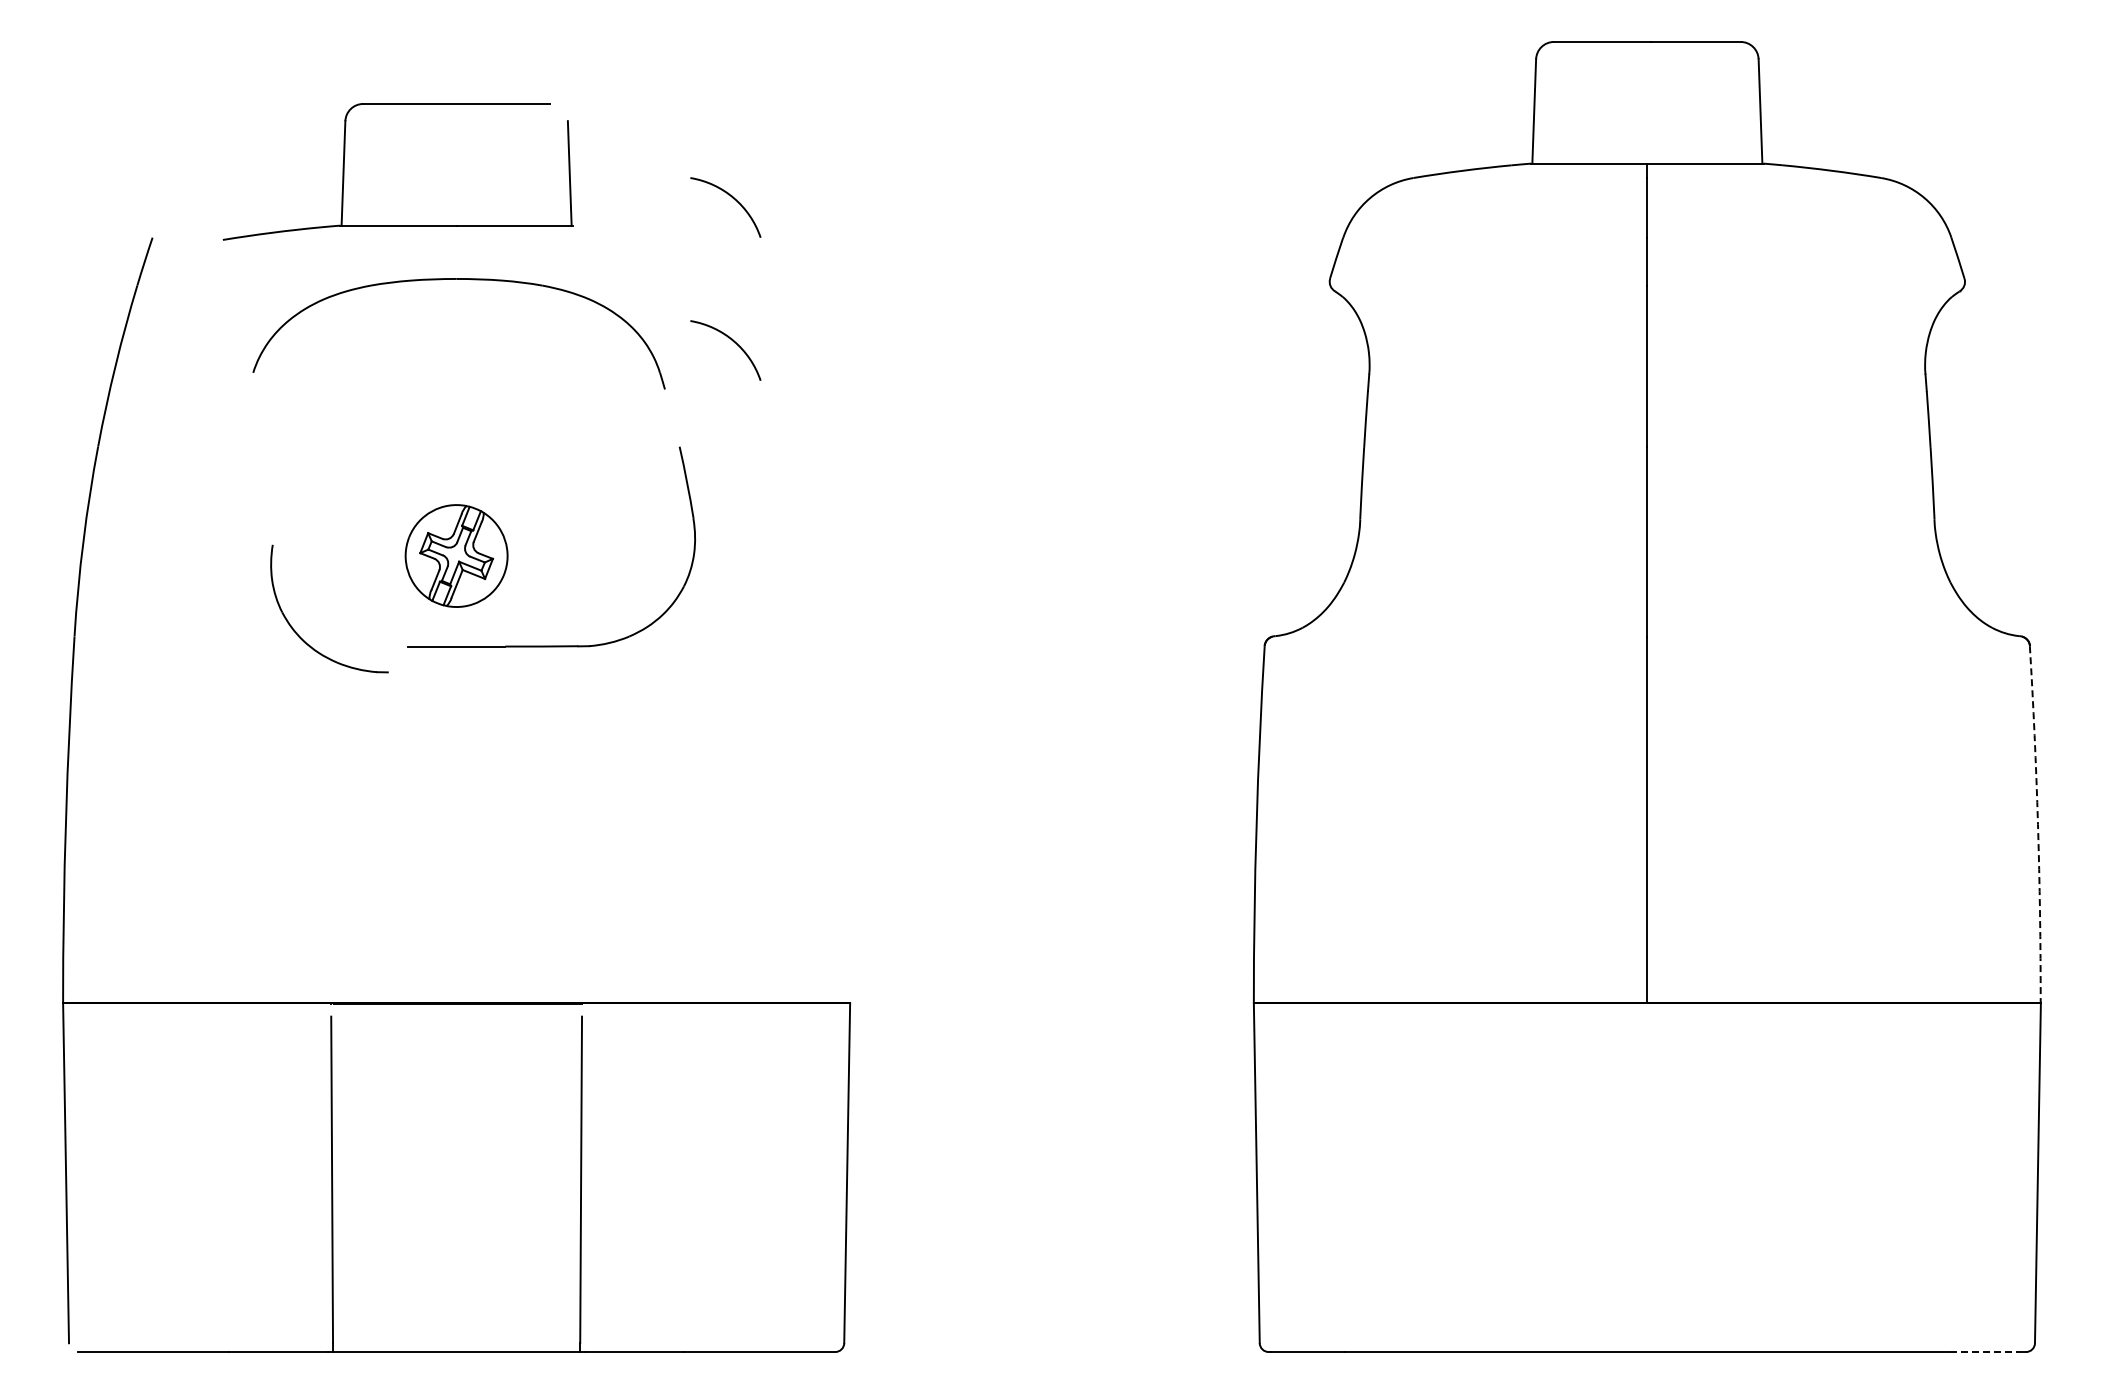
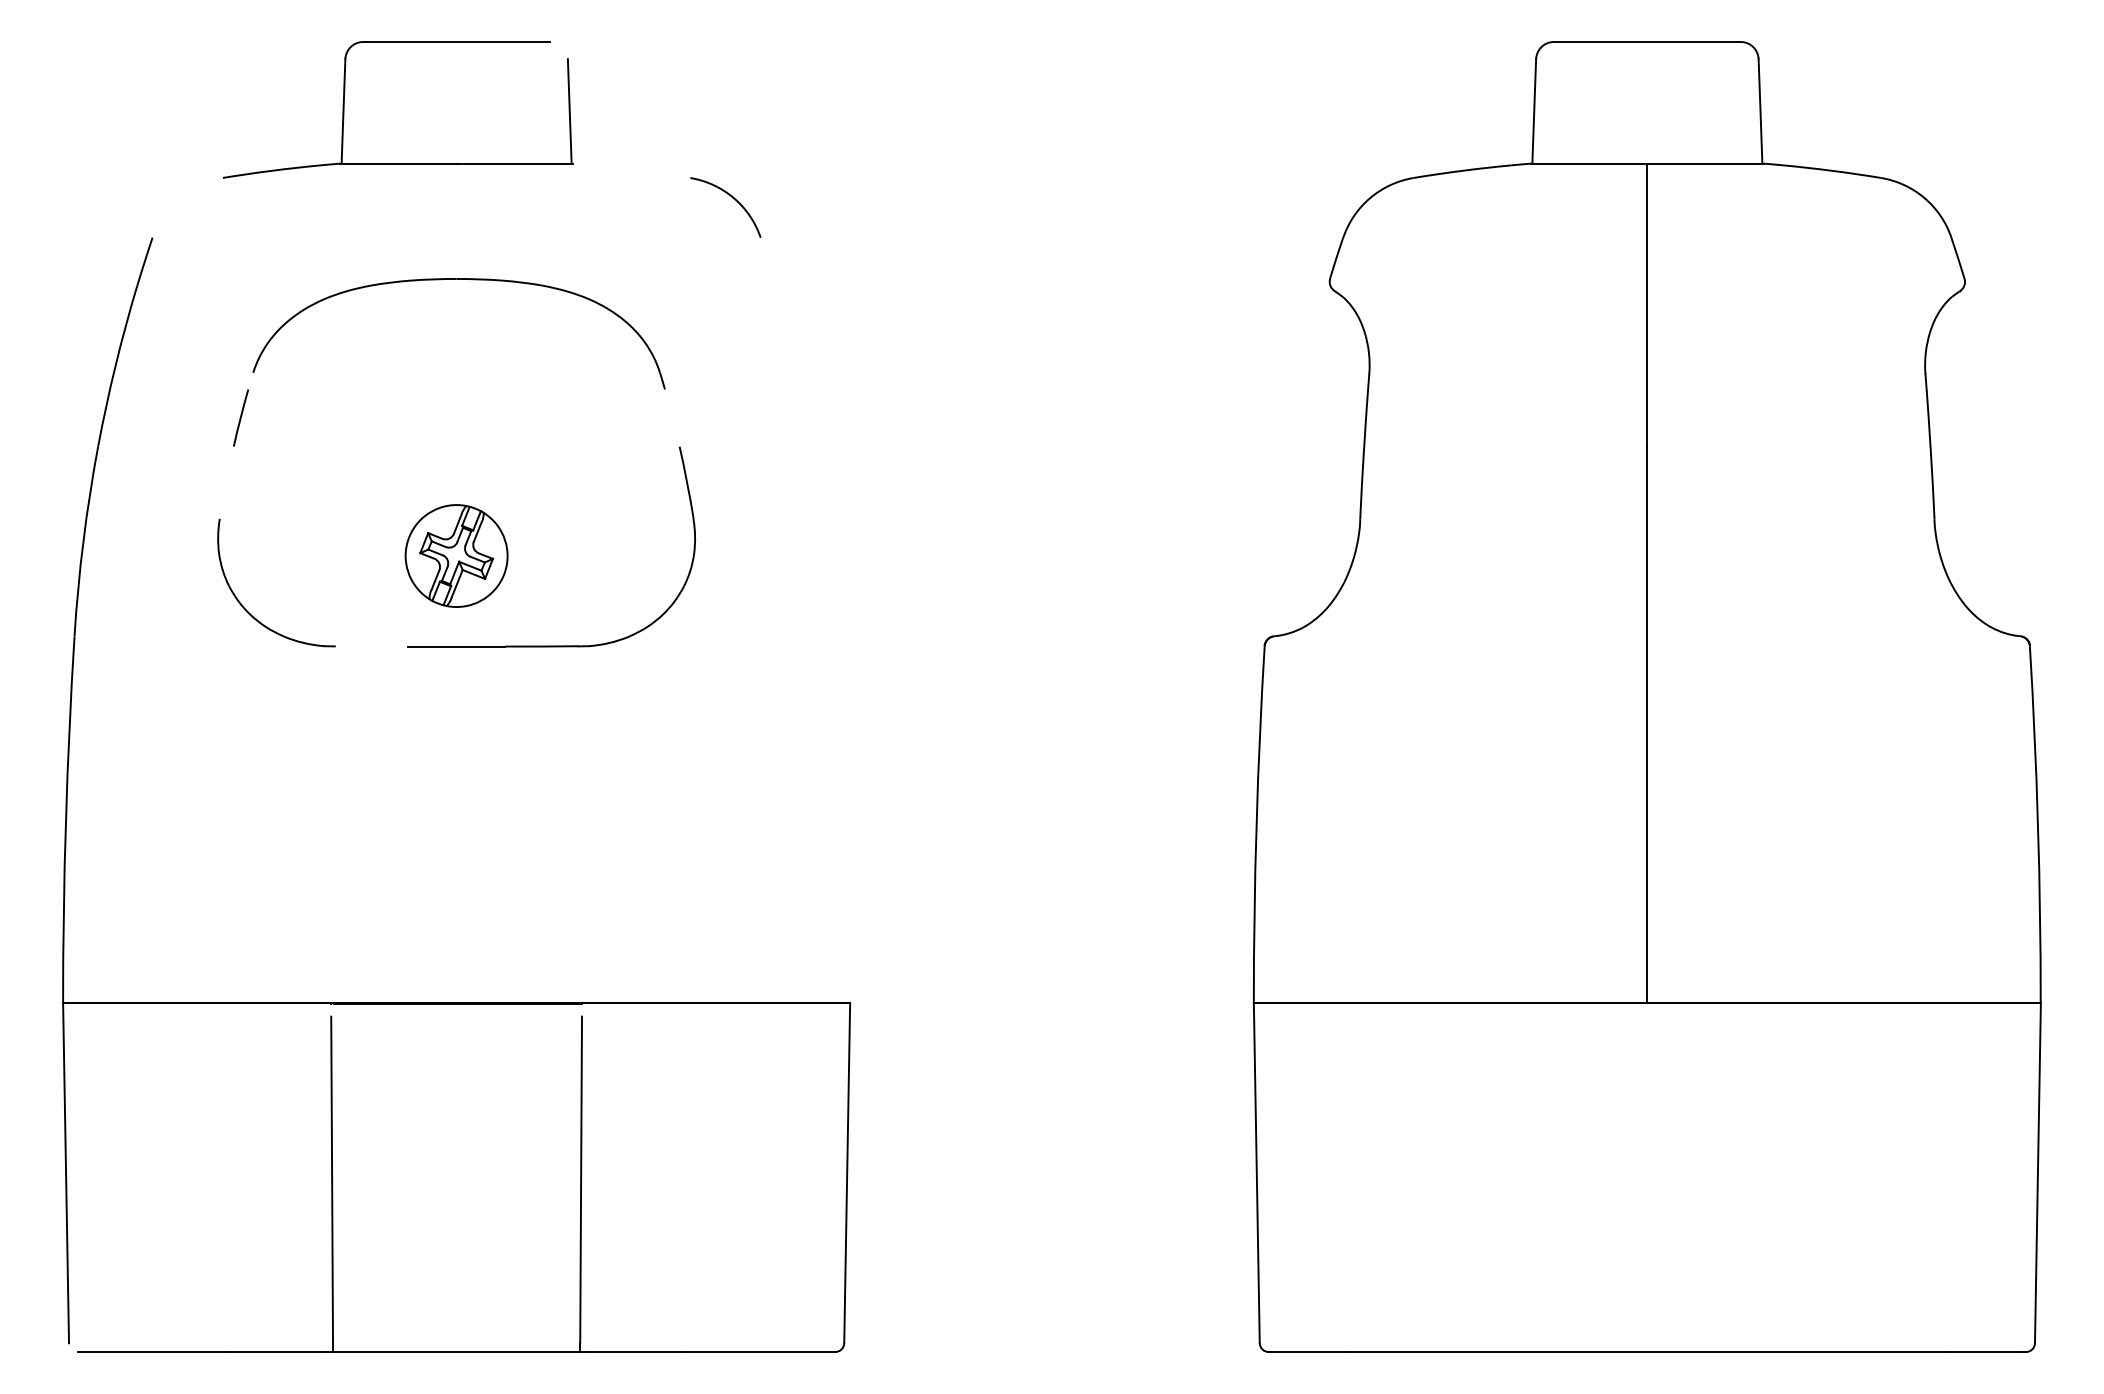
part at (344, 171) position: (344, 171) -> (344, 109)
arc at (733, 342): present -> none
line at (240, 417): none -> present
part at (296, 631) position: (296, 631) -> (243, 605)
arc at (2038, 824): dashed -> solid
line at (1987, 1352): dashed -> solid
